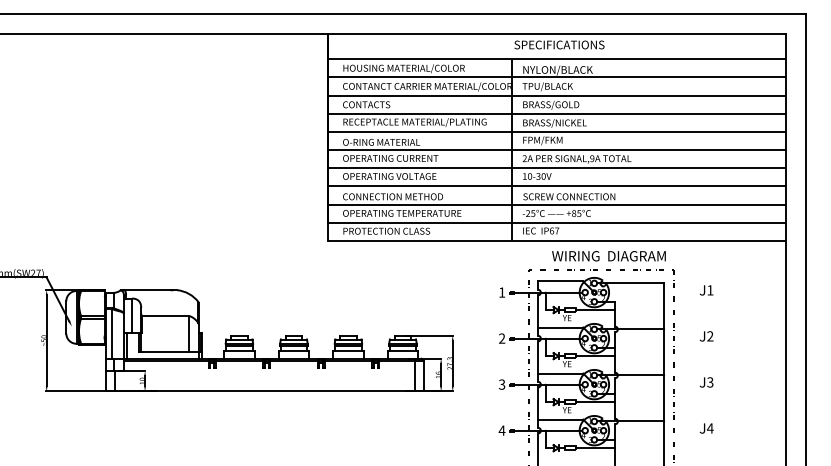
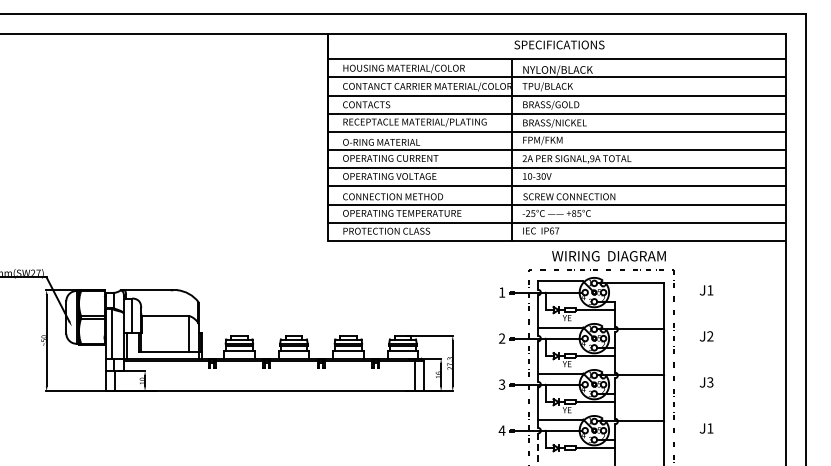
text at (709, 428): J4 -> J1
line at (538, 449): solid -> dashed
